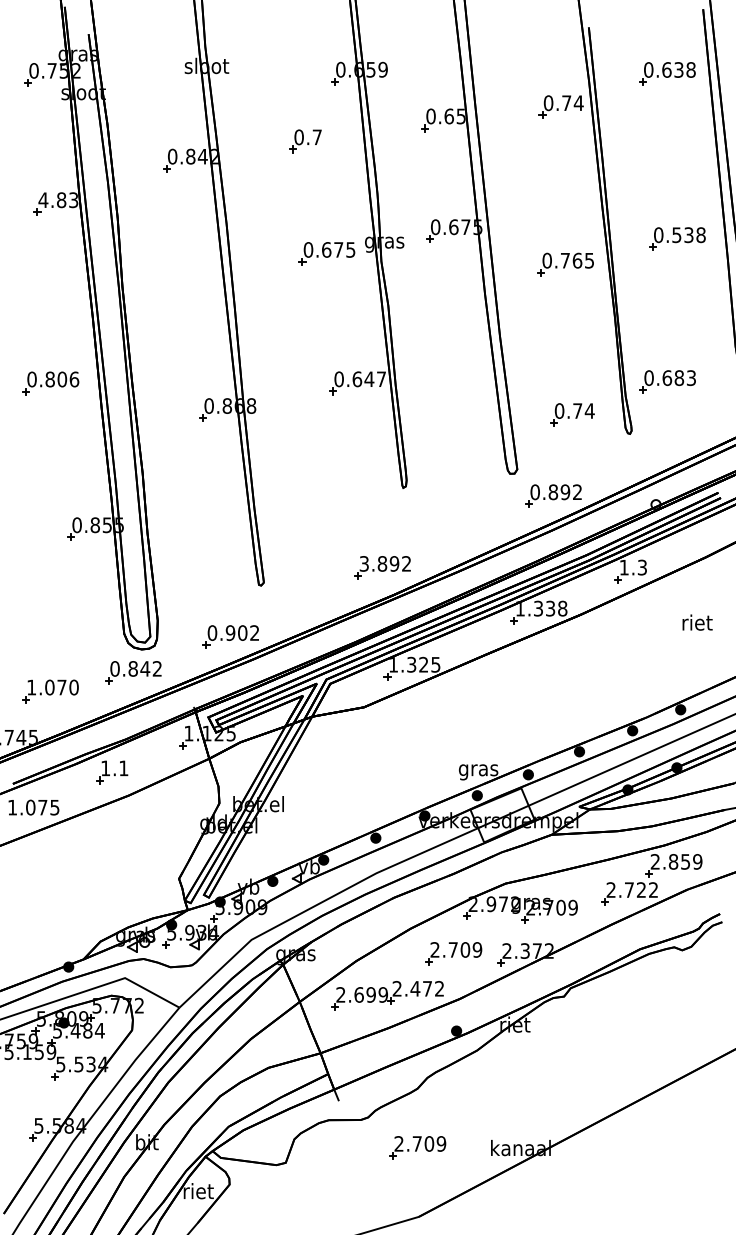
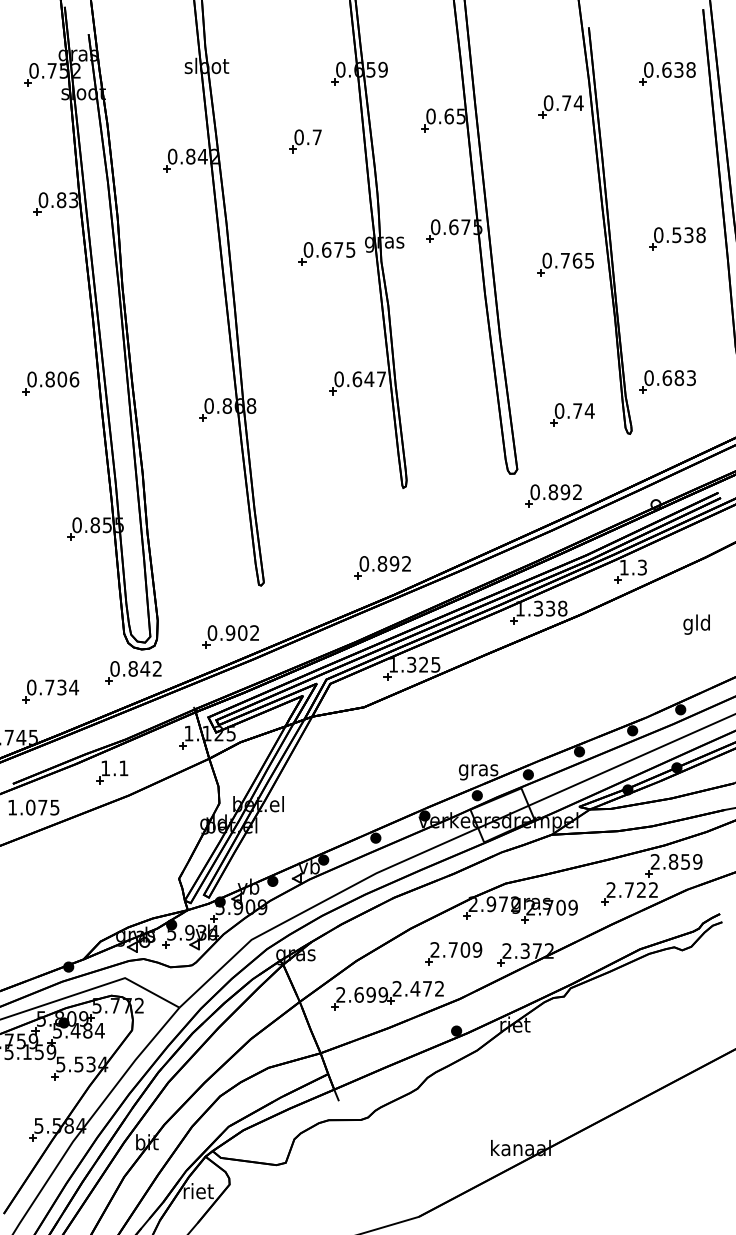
text at (43, 200): 4.83 -> 0.83
text at (364, 563): 3.892 -> 0.892
text at (697, 624): riet -> gld
text at (53, 687): 1.070 -> 0.734
part at (417, 1147): present -> none
